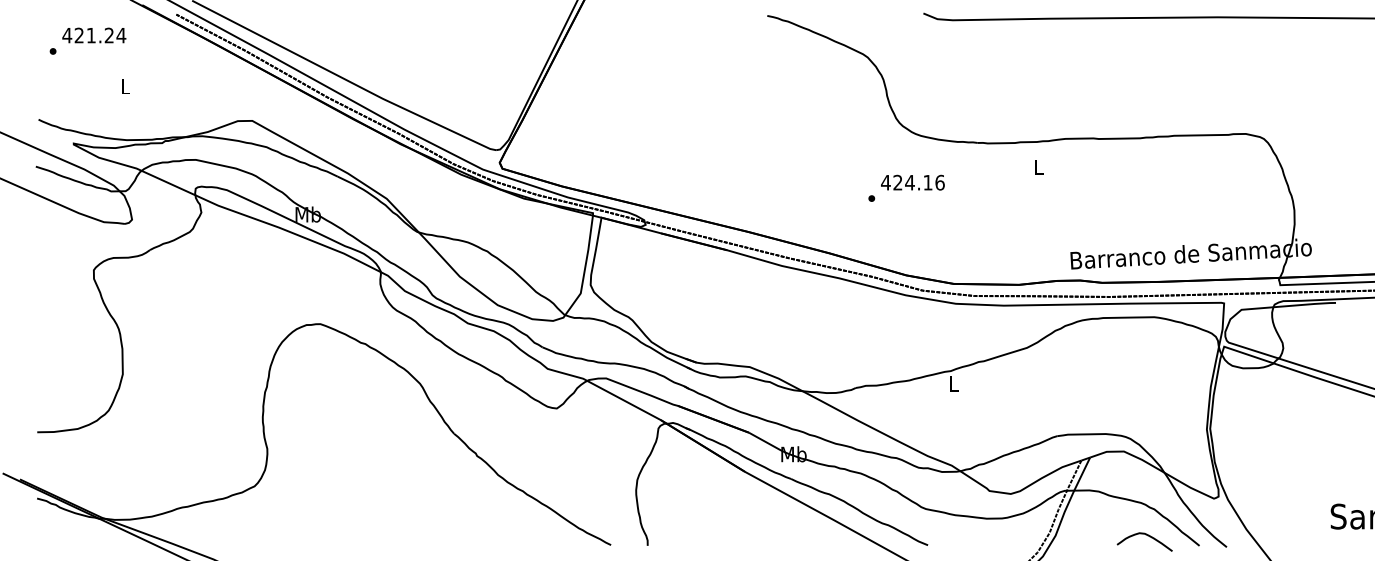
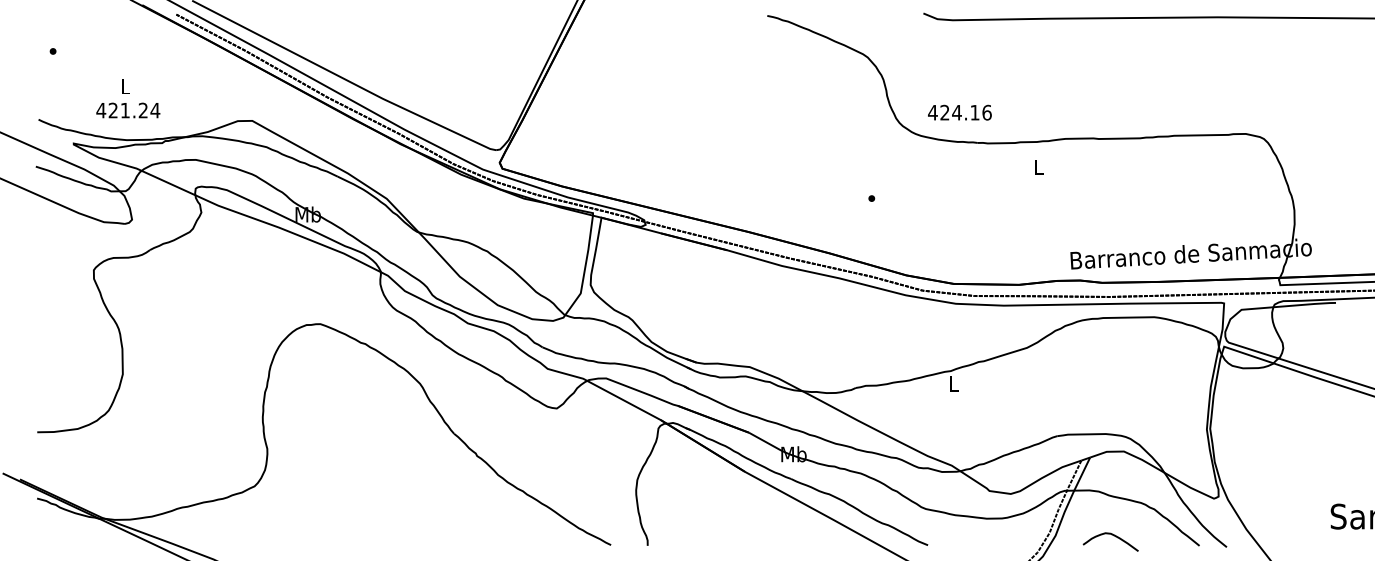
text at (94, 35) position: (94, 35) -> (128, 110)
text at (912, 182) position: (912, 182) -> (959, 112)
curve at (1147, 536) position: (1147, 536) -> (1113, 536)
